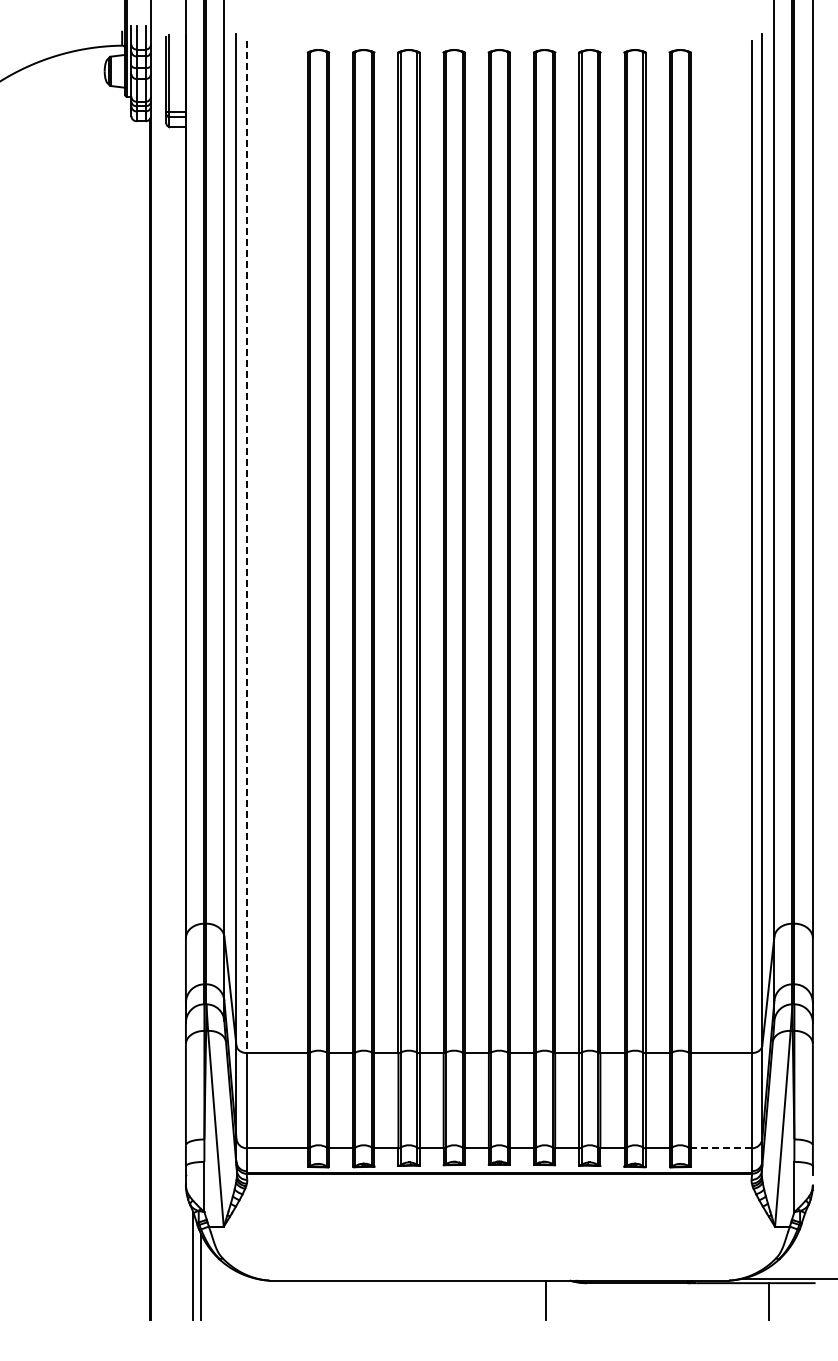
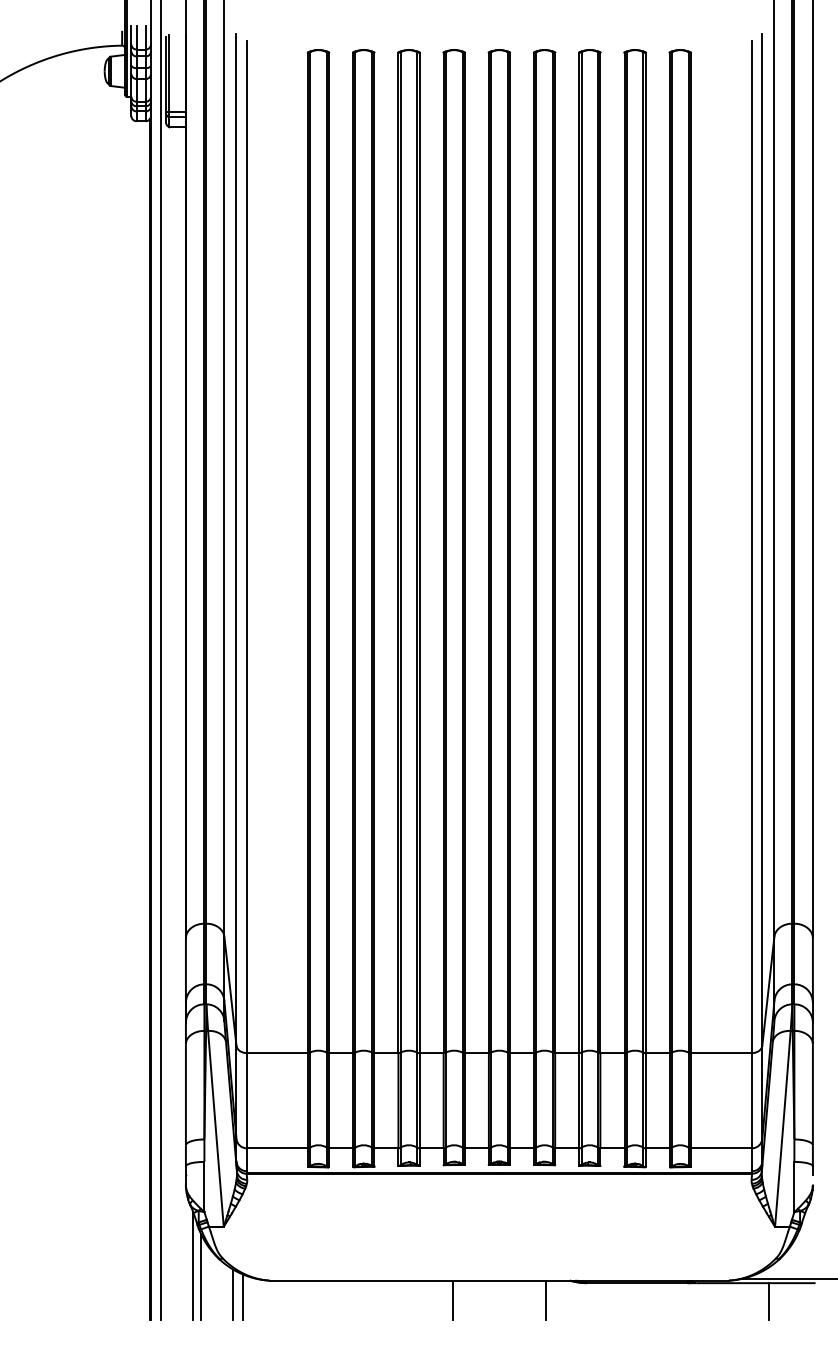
line at (246, 547): dashed -> solid
line at (161, 661): none -> present
line at (721, 1148): dashed -> solid
line at (233, 1294): none -> present
line at (243, 1297): none -> present
line at (453, 1300): none -> present
